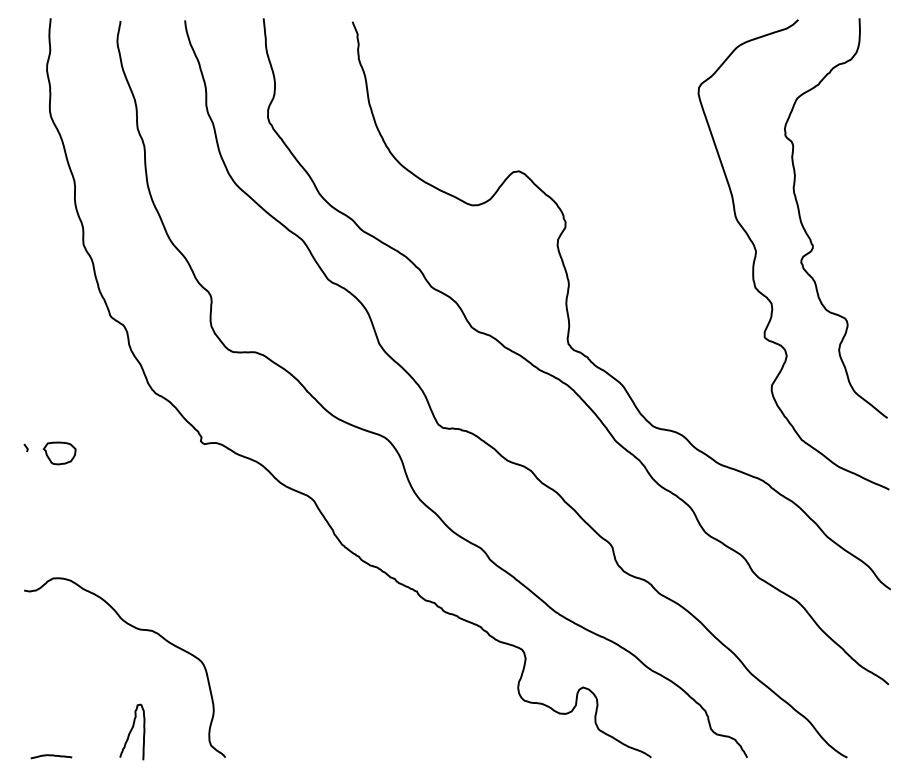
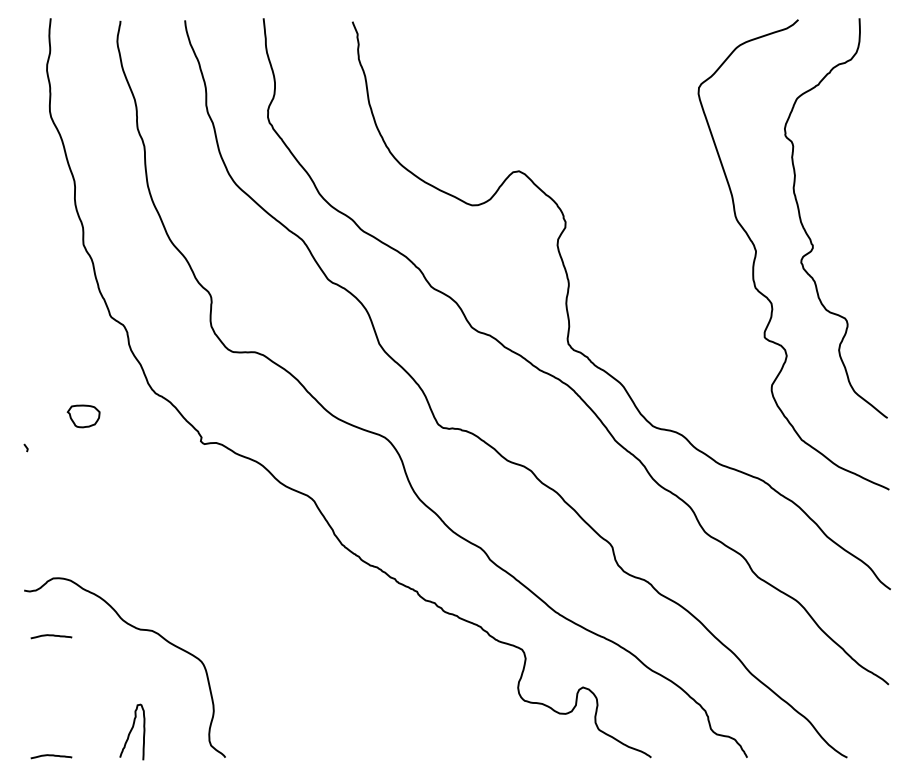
part at (59, 453) position: (59, 453) -> (83, 416)
curve at (51, 636): none -> present
